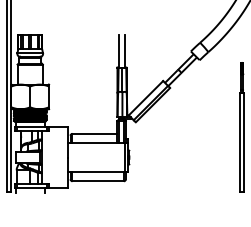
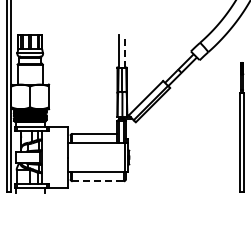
line at (125, 50): solid -> dashed
line at (98, 181): solid -> dashed
